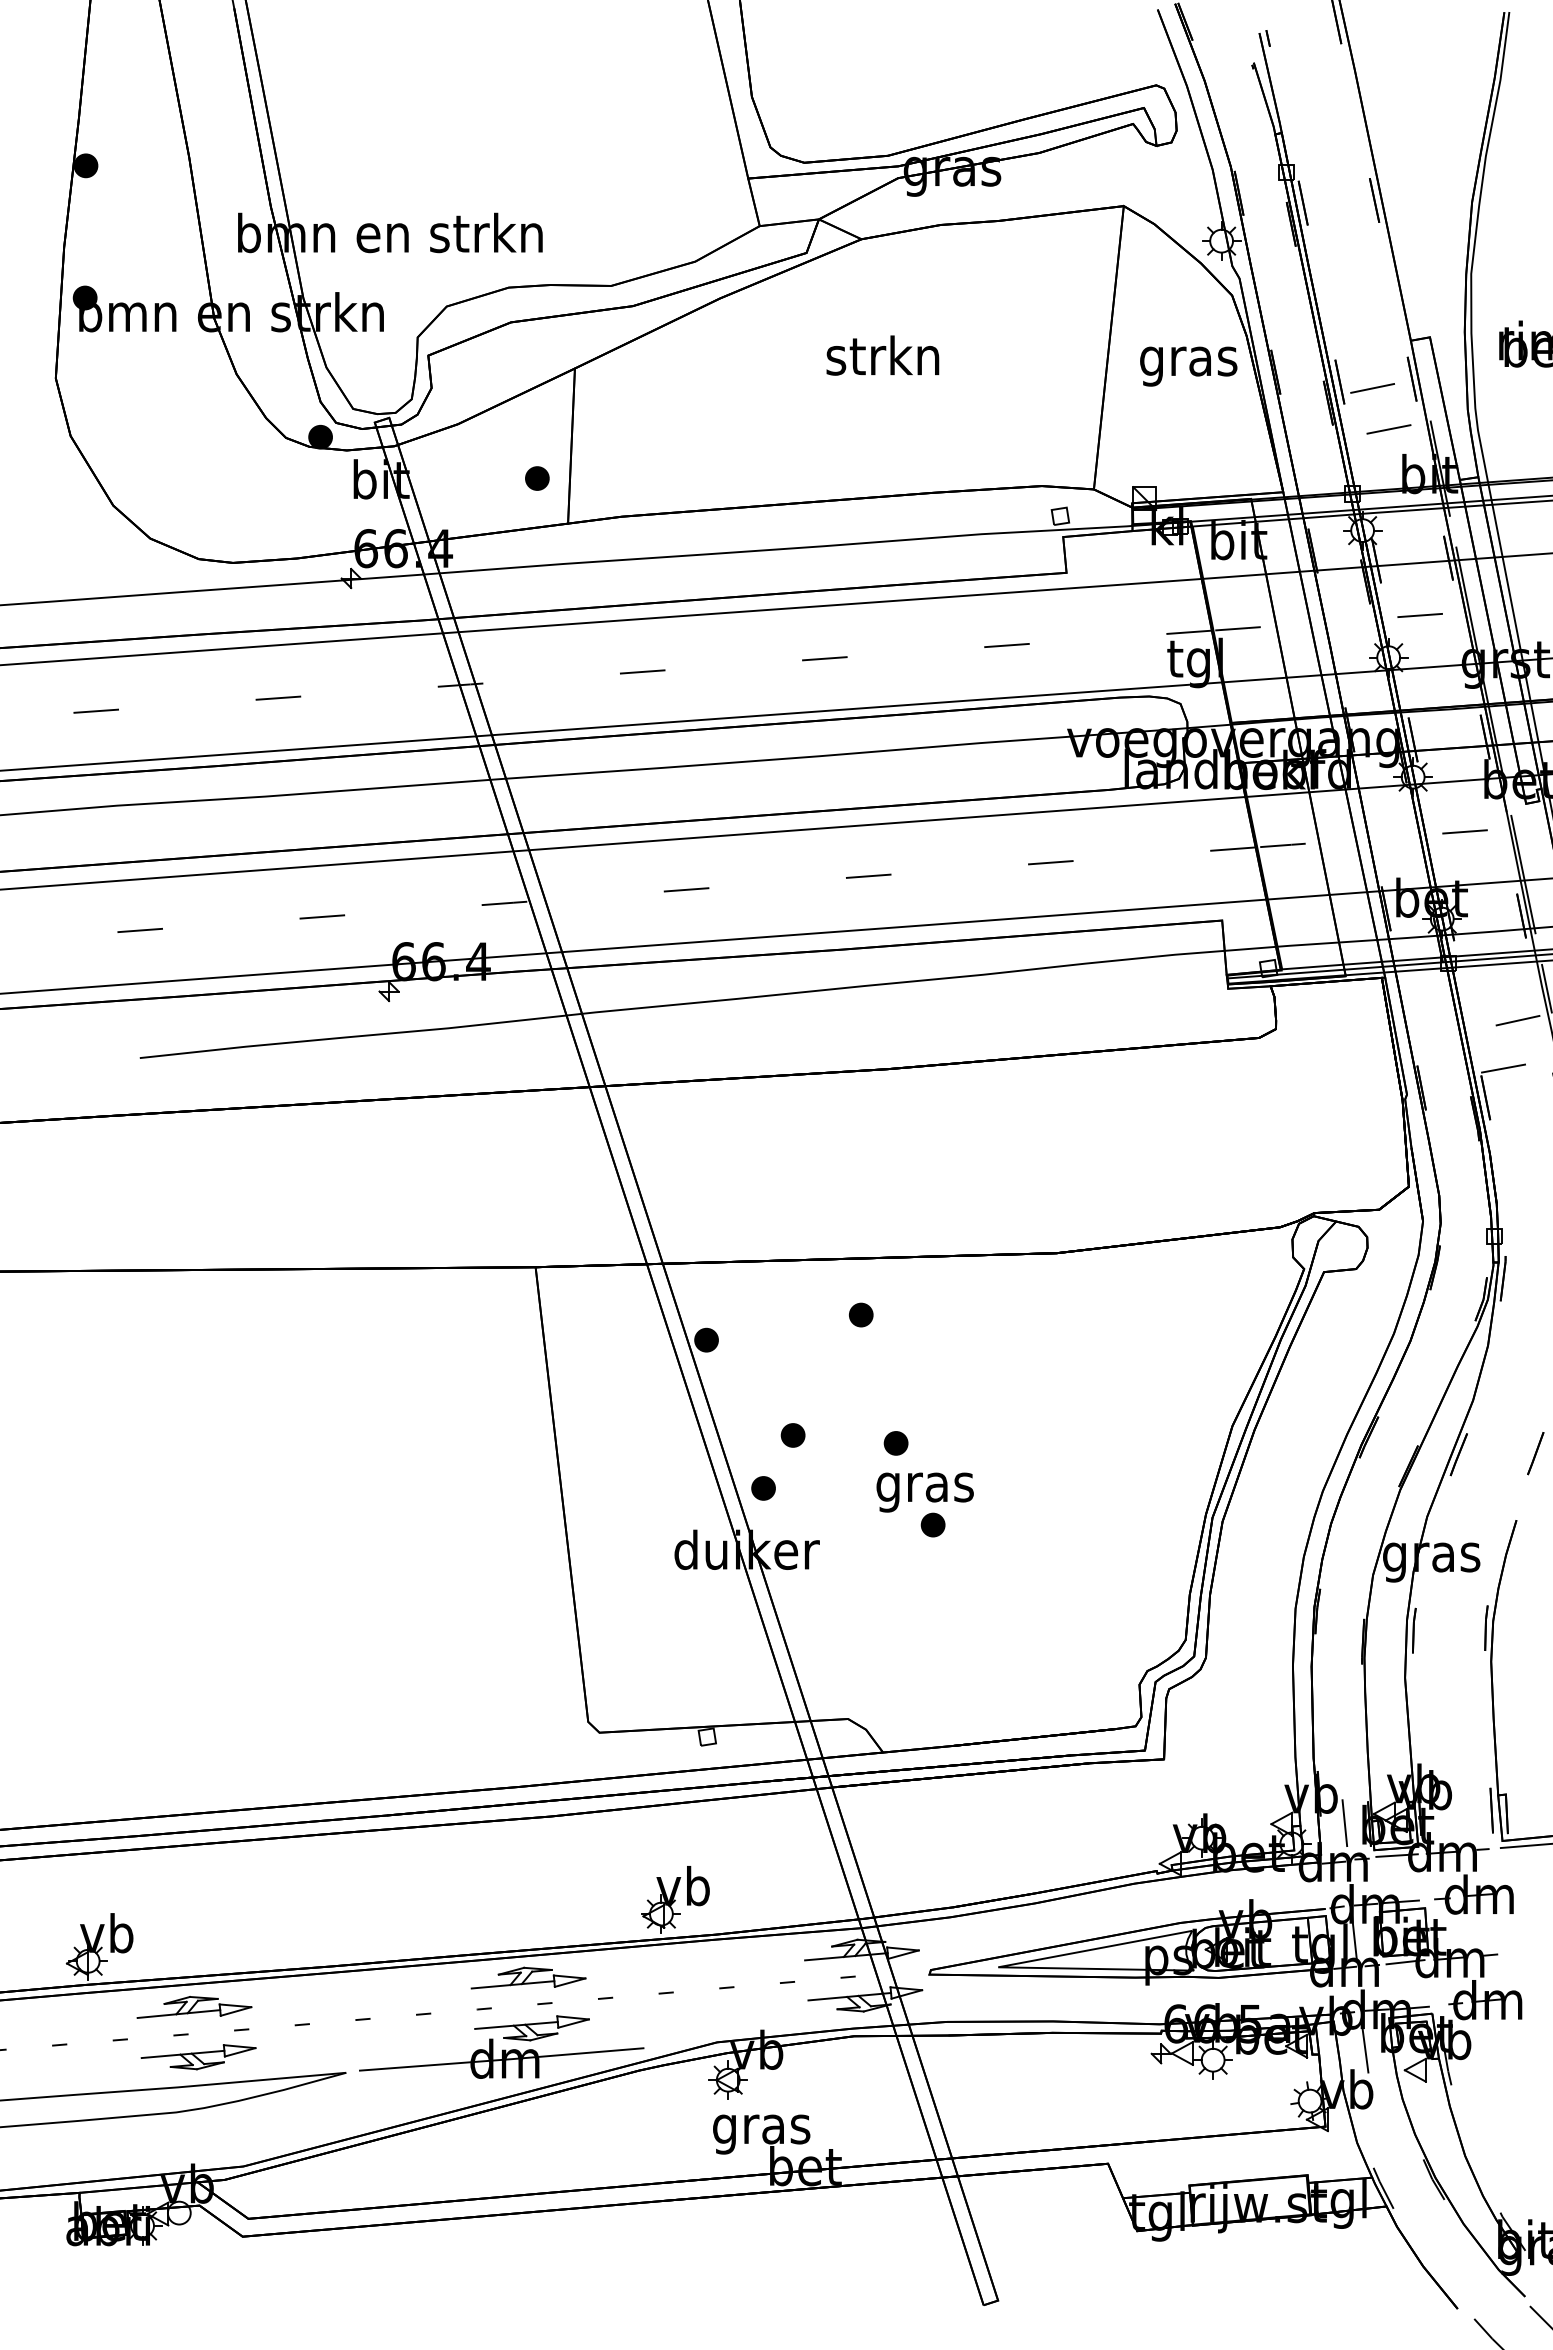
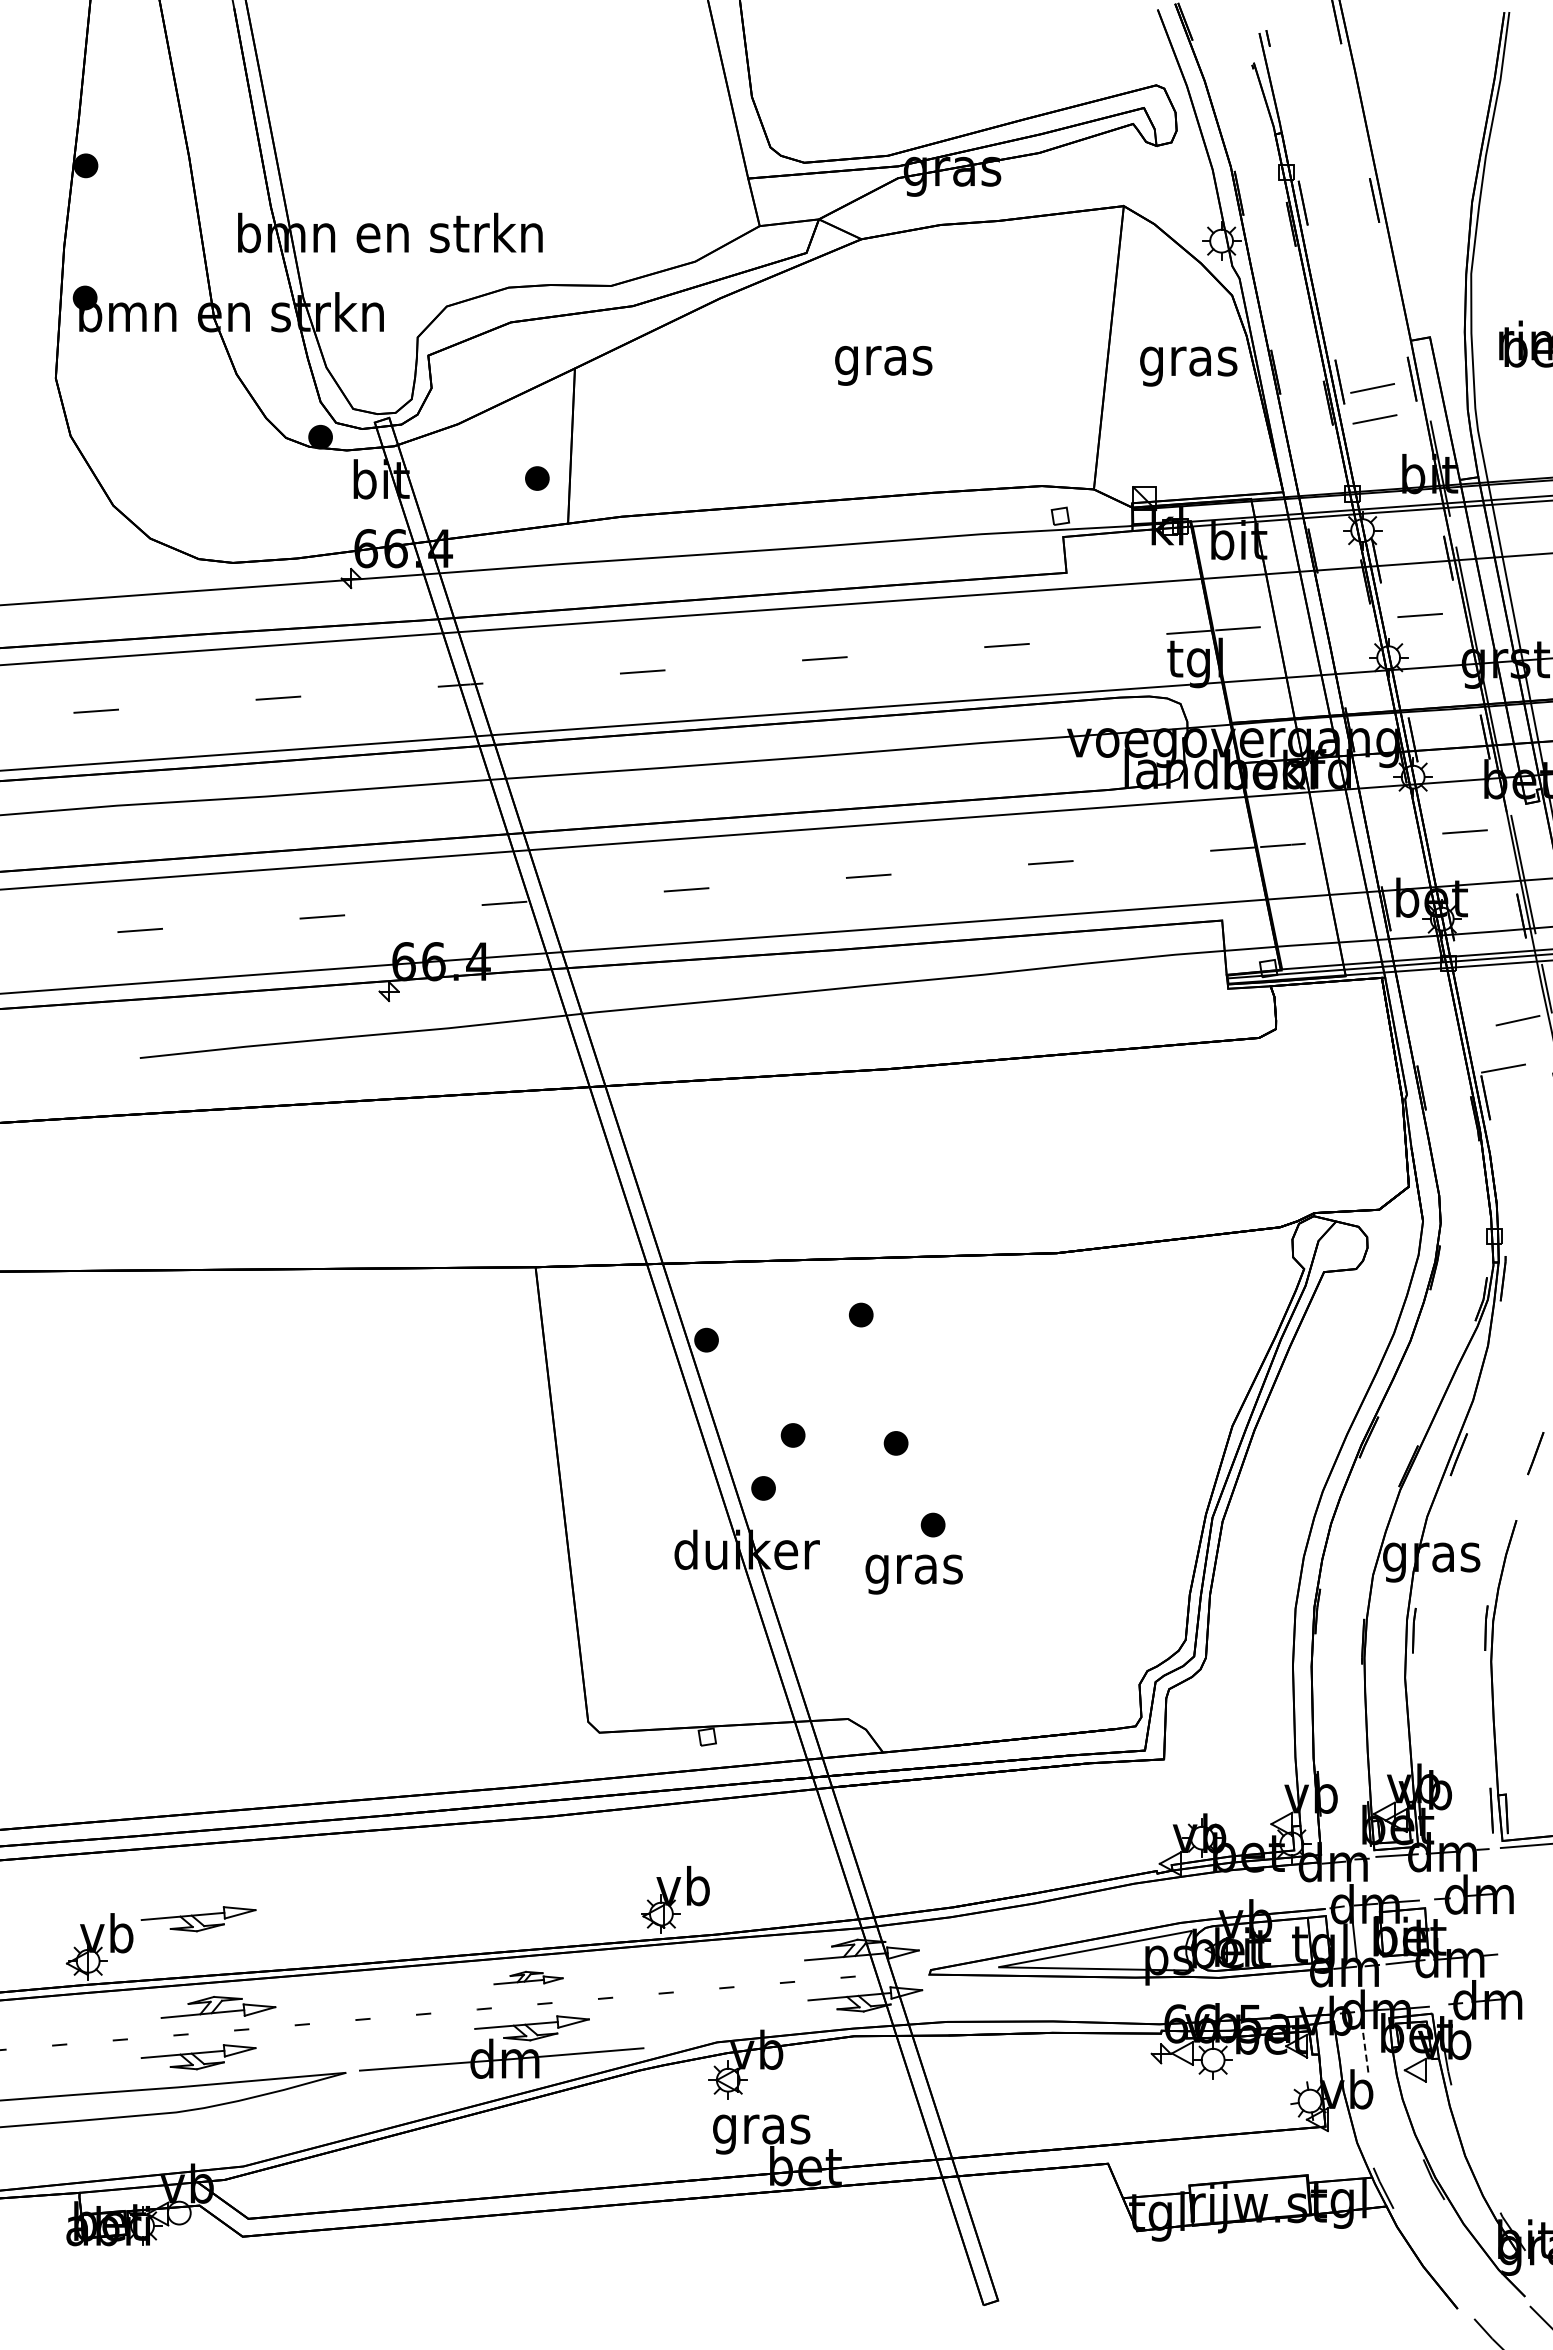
text at (882, 360): strkn -> gras
line at (1388, 429) position: (1388, 429) -> (1374, 419)
text at (924, 1492) position: (924, 1492) -> (913, 1574)
line at (1344, 1823): present -> none
part at (198, 1919): none -> present
part at (528, 1977) size: 117x24 px -> 71x16 px
part at (194, 2007) position: (194, 2007) -> (218, 2007)
line at (1365, 2048): solid -> dashed
